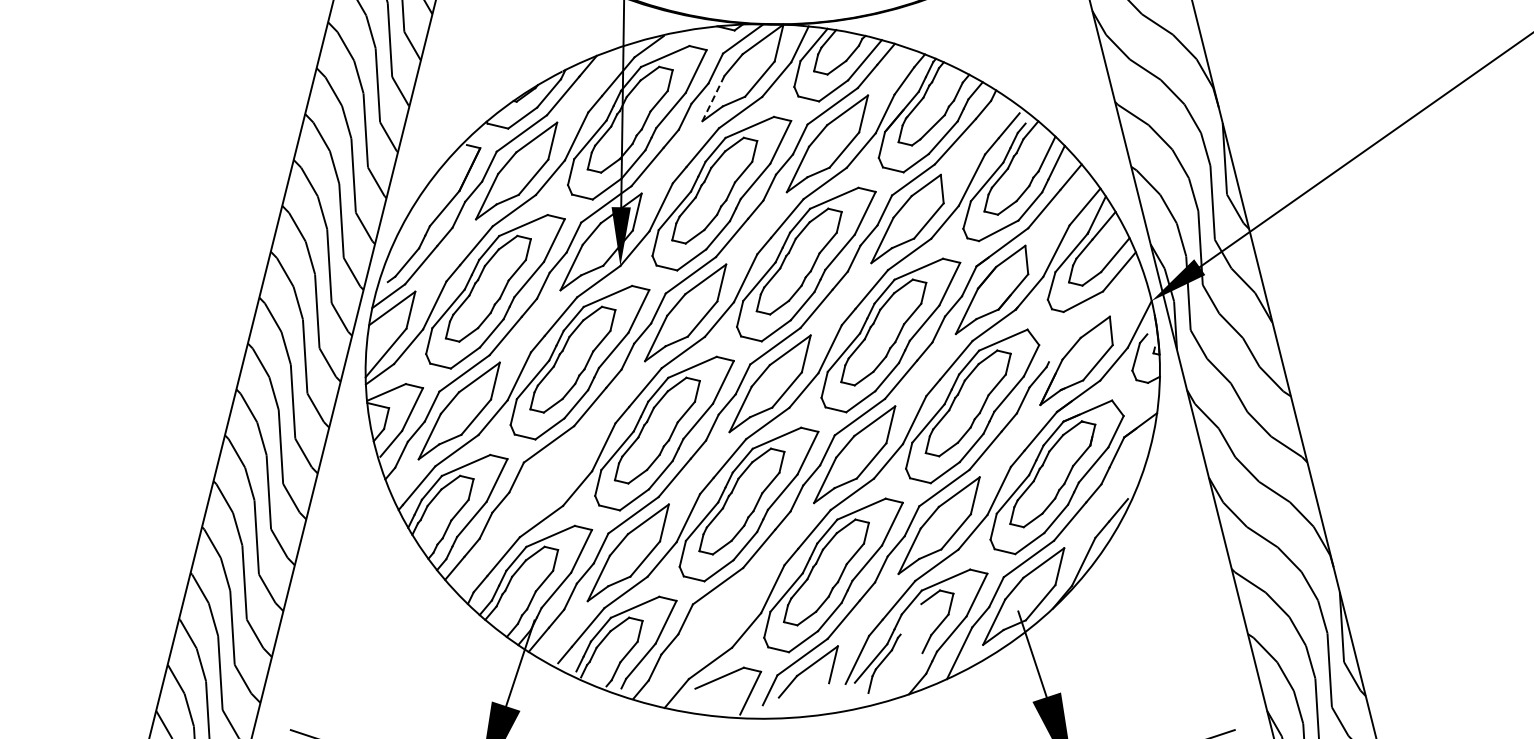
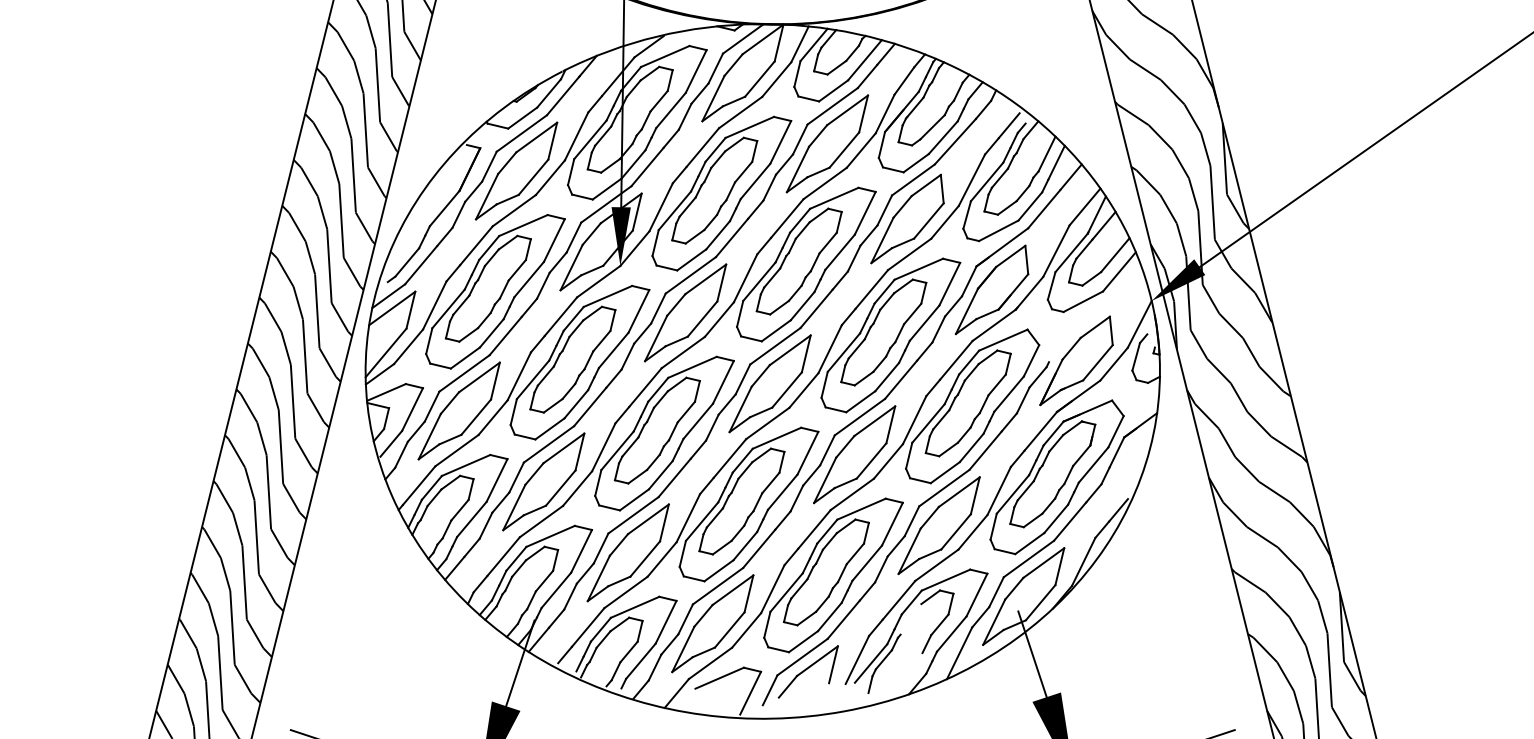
line at (713, 99): dashed -> solid
part at (543, 481): none -> present
part at (712, 623): none -> present
